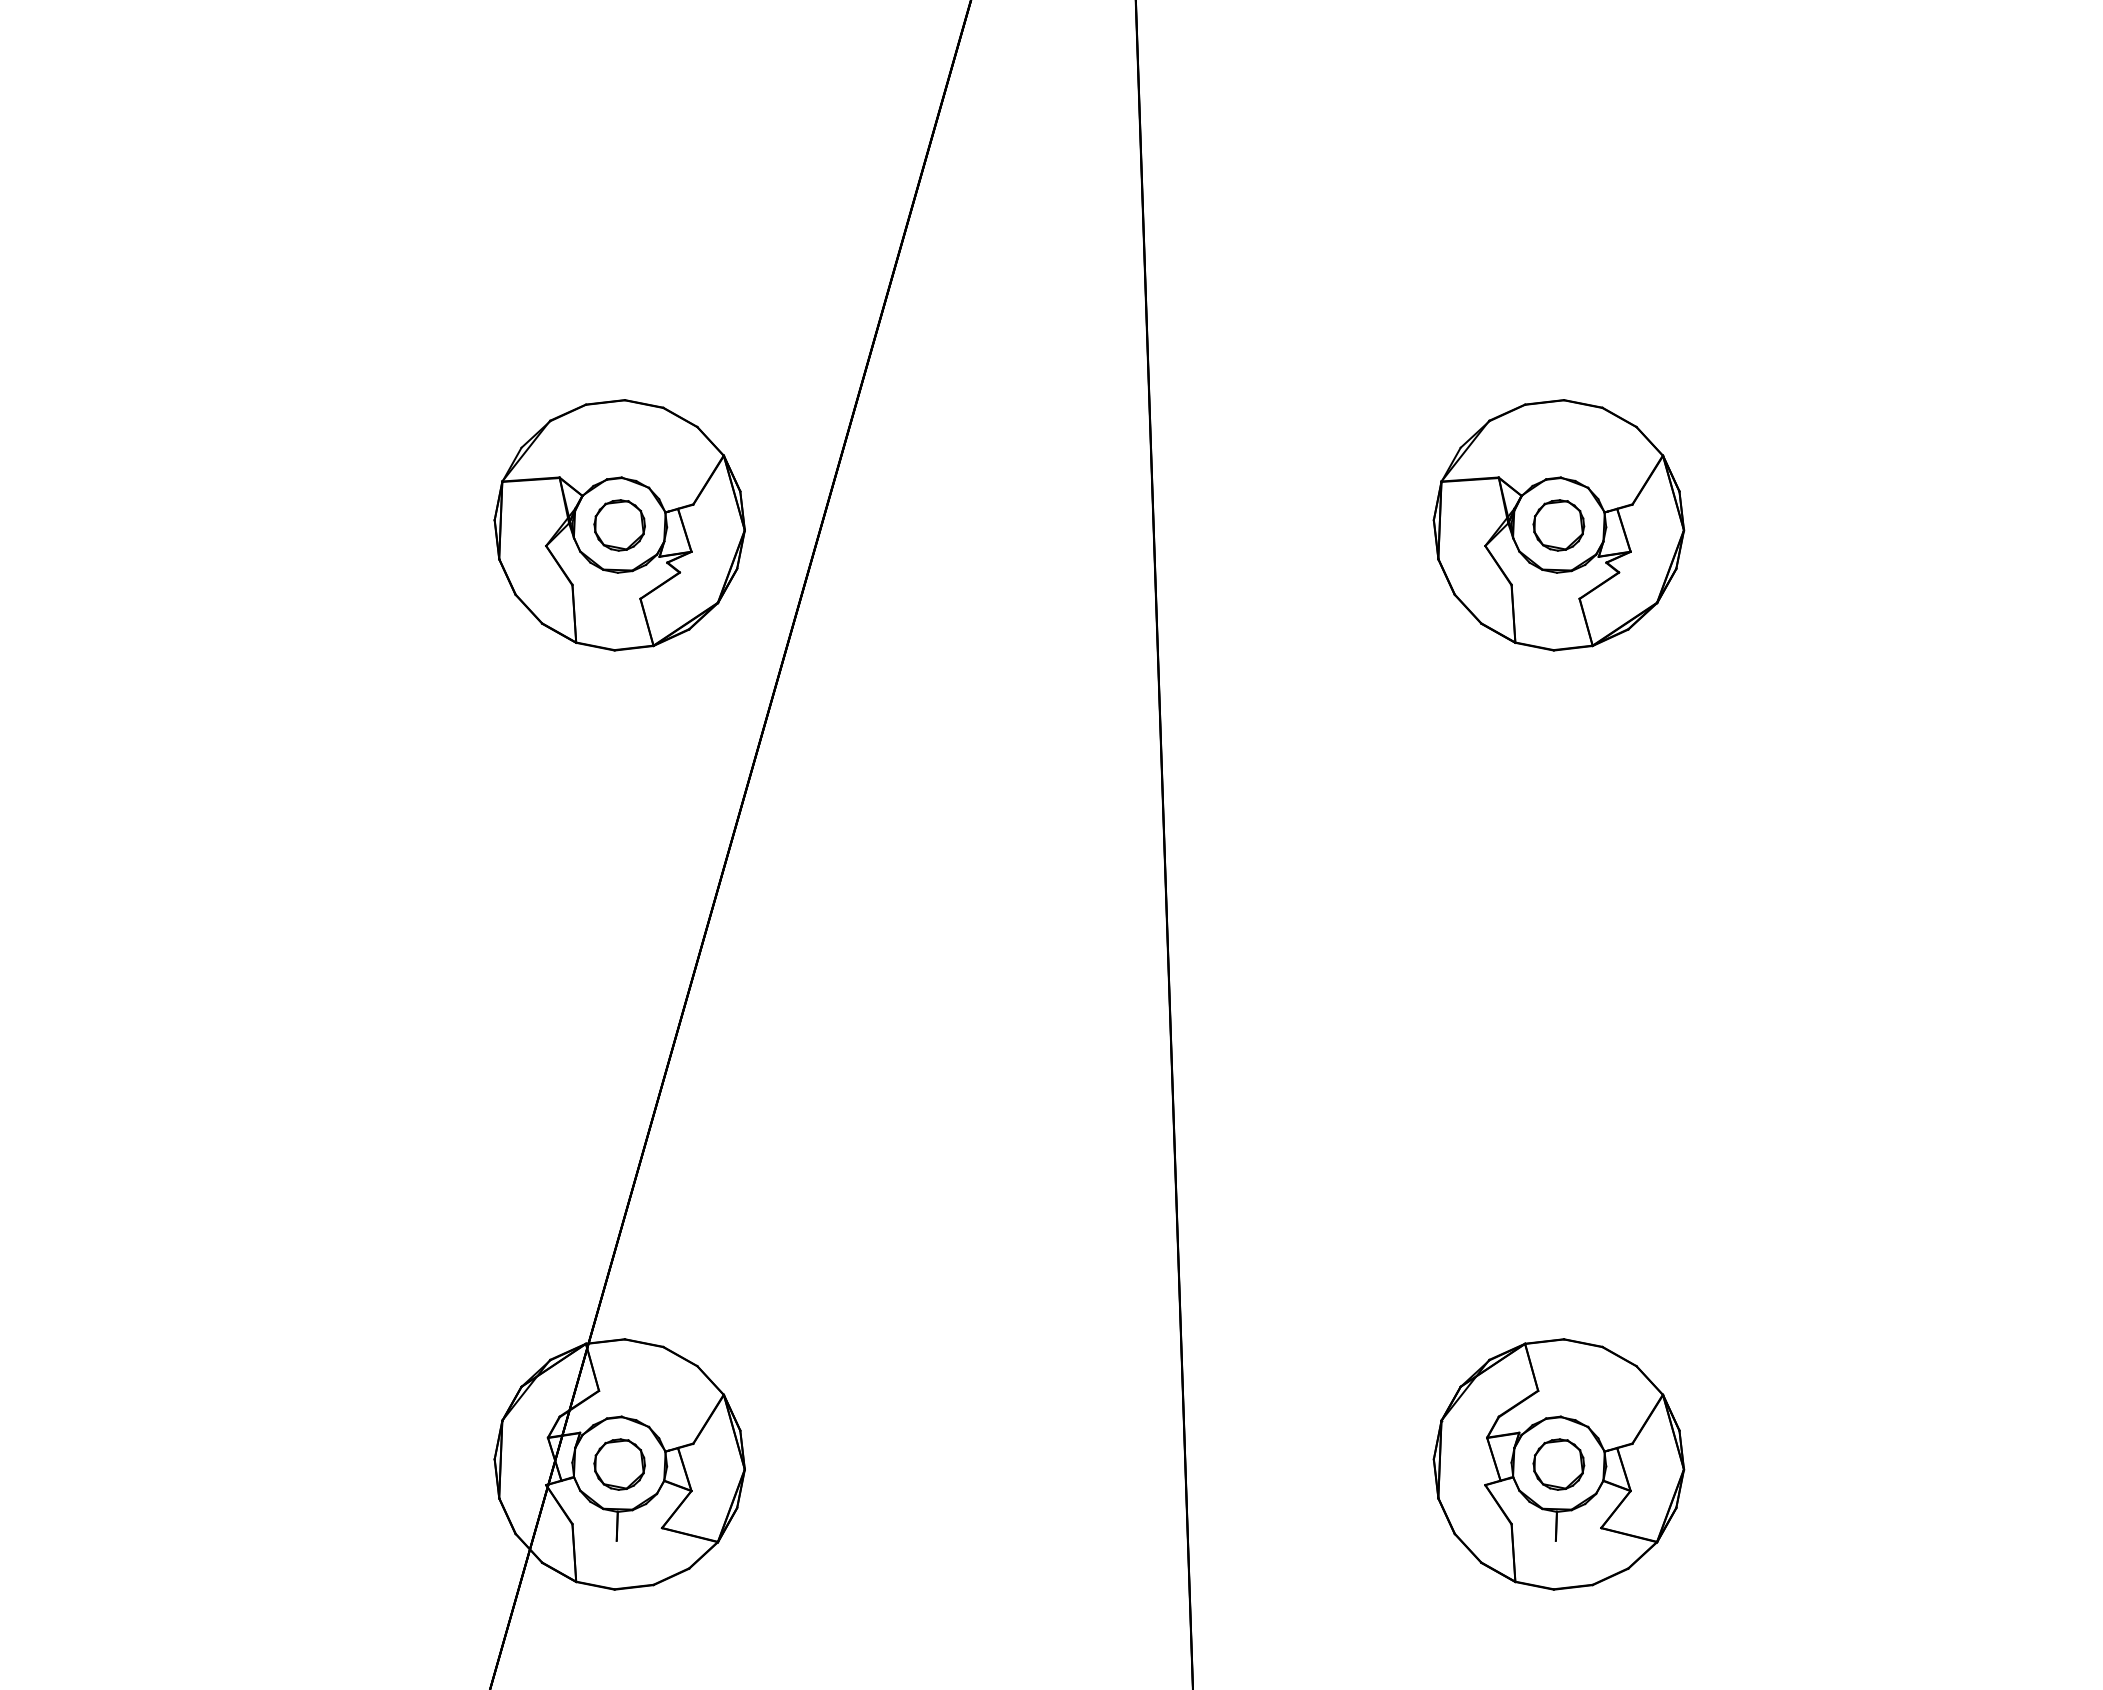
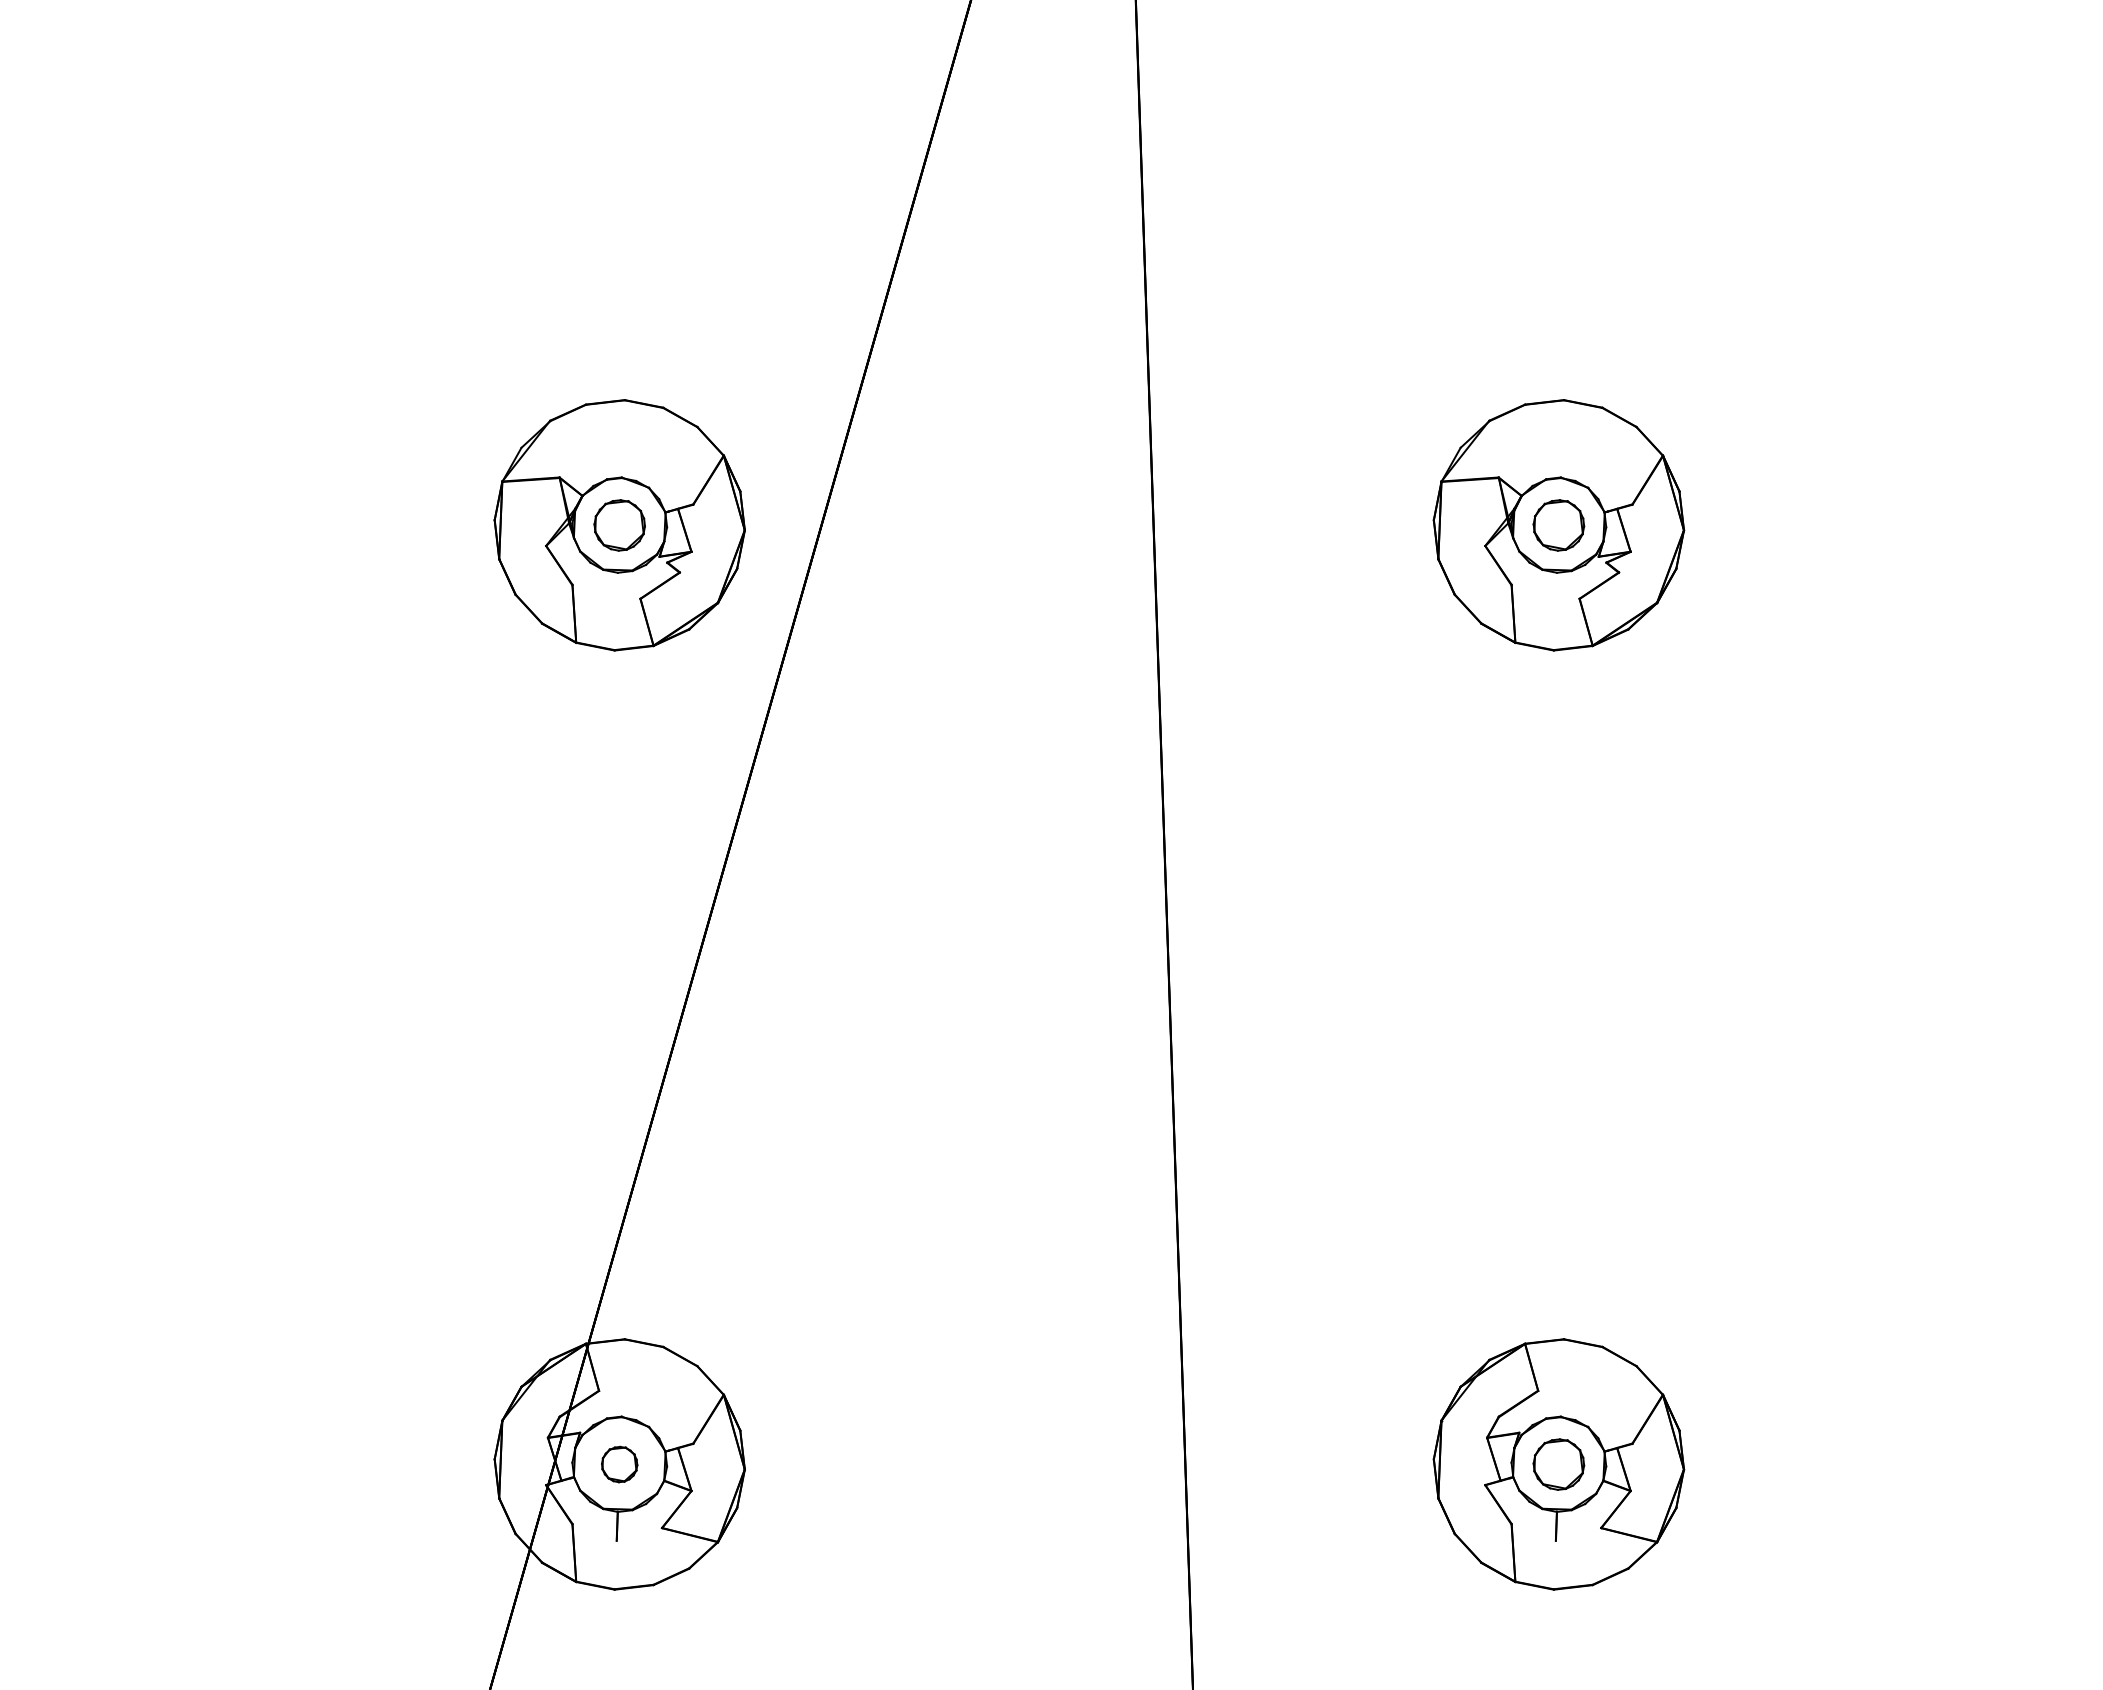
part at (619, 1464) size: 53x53 px -> 38x39 px
